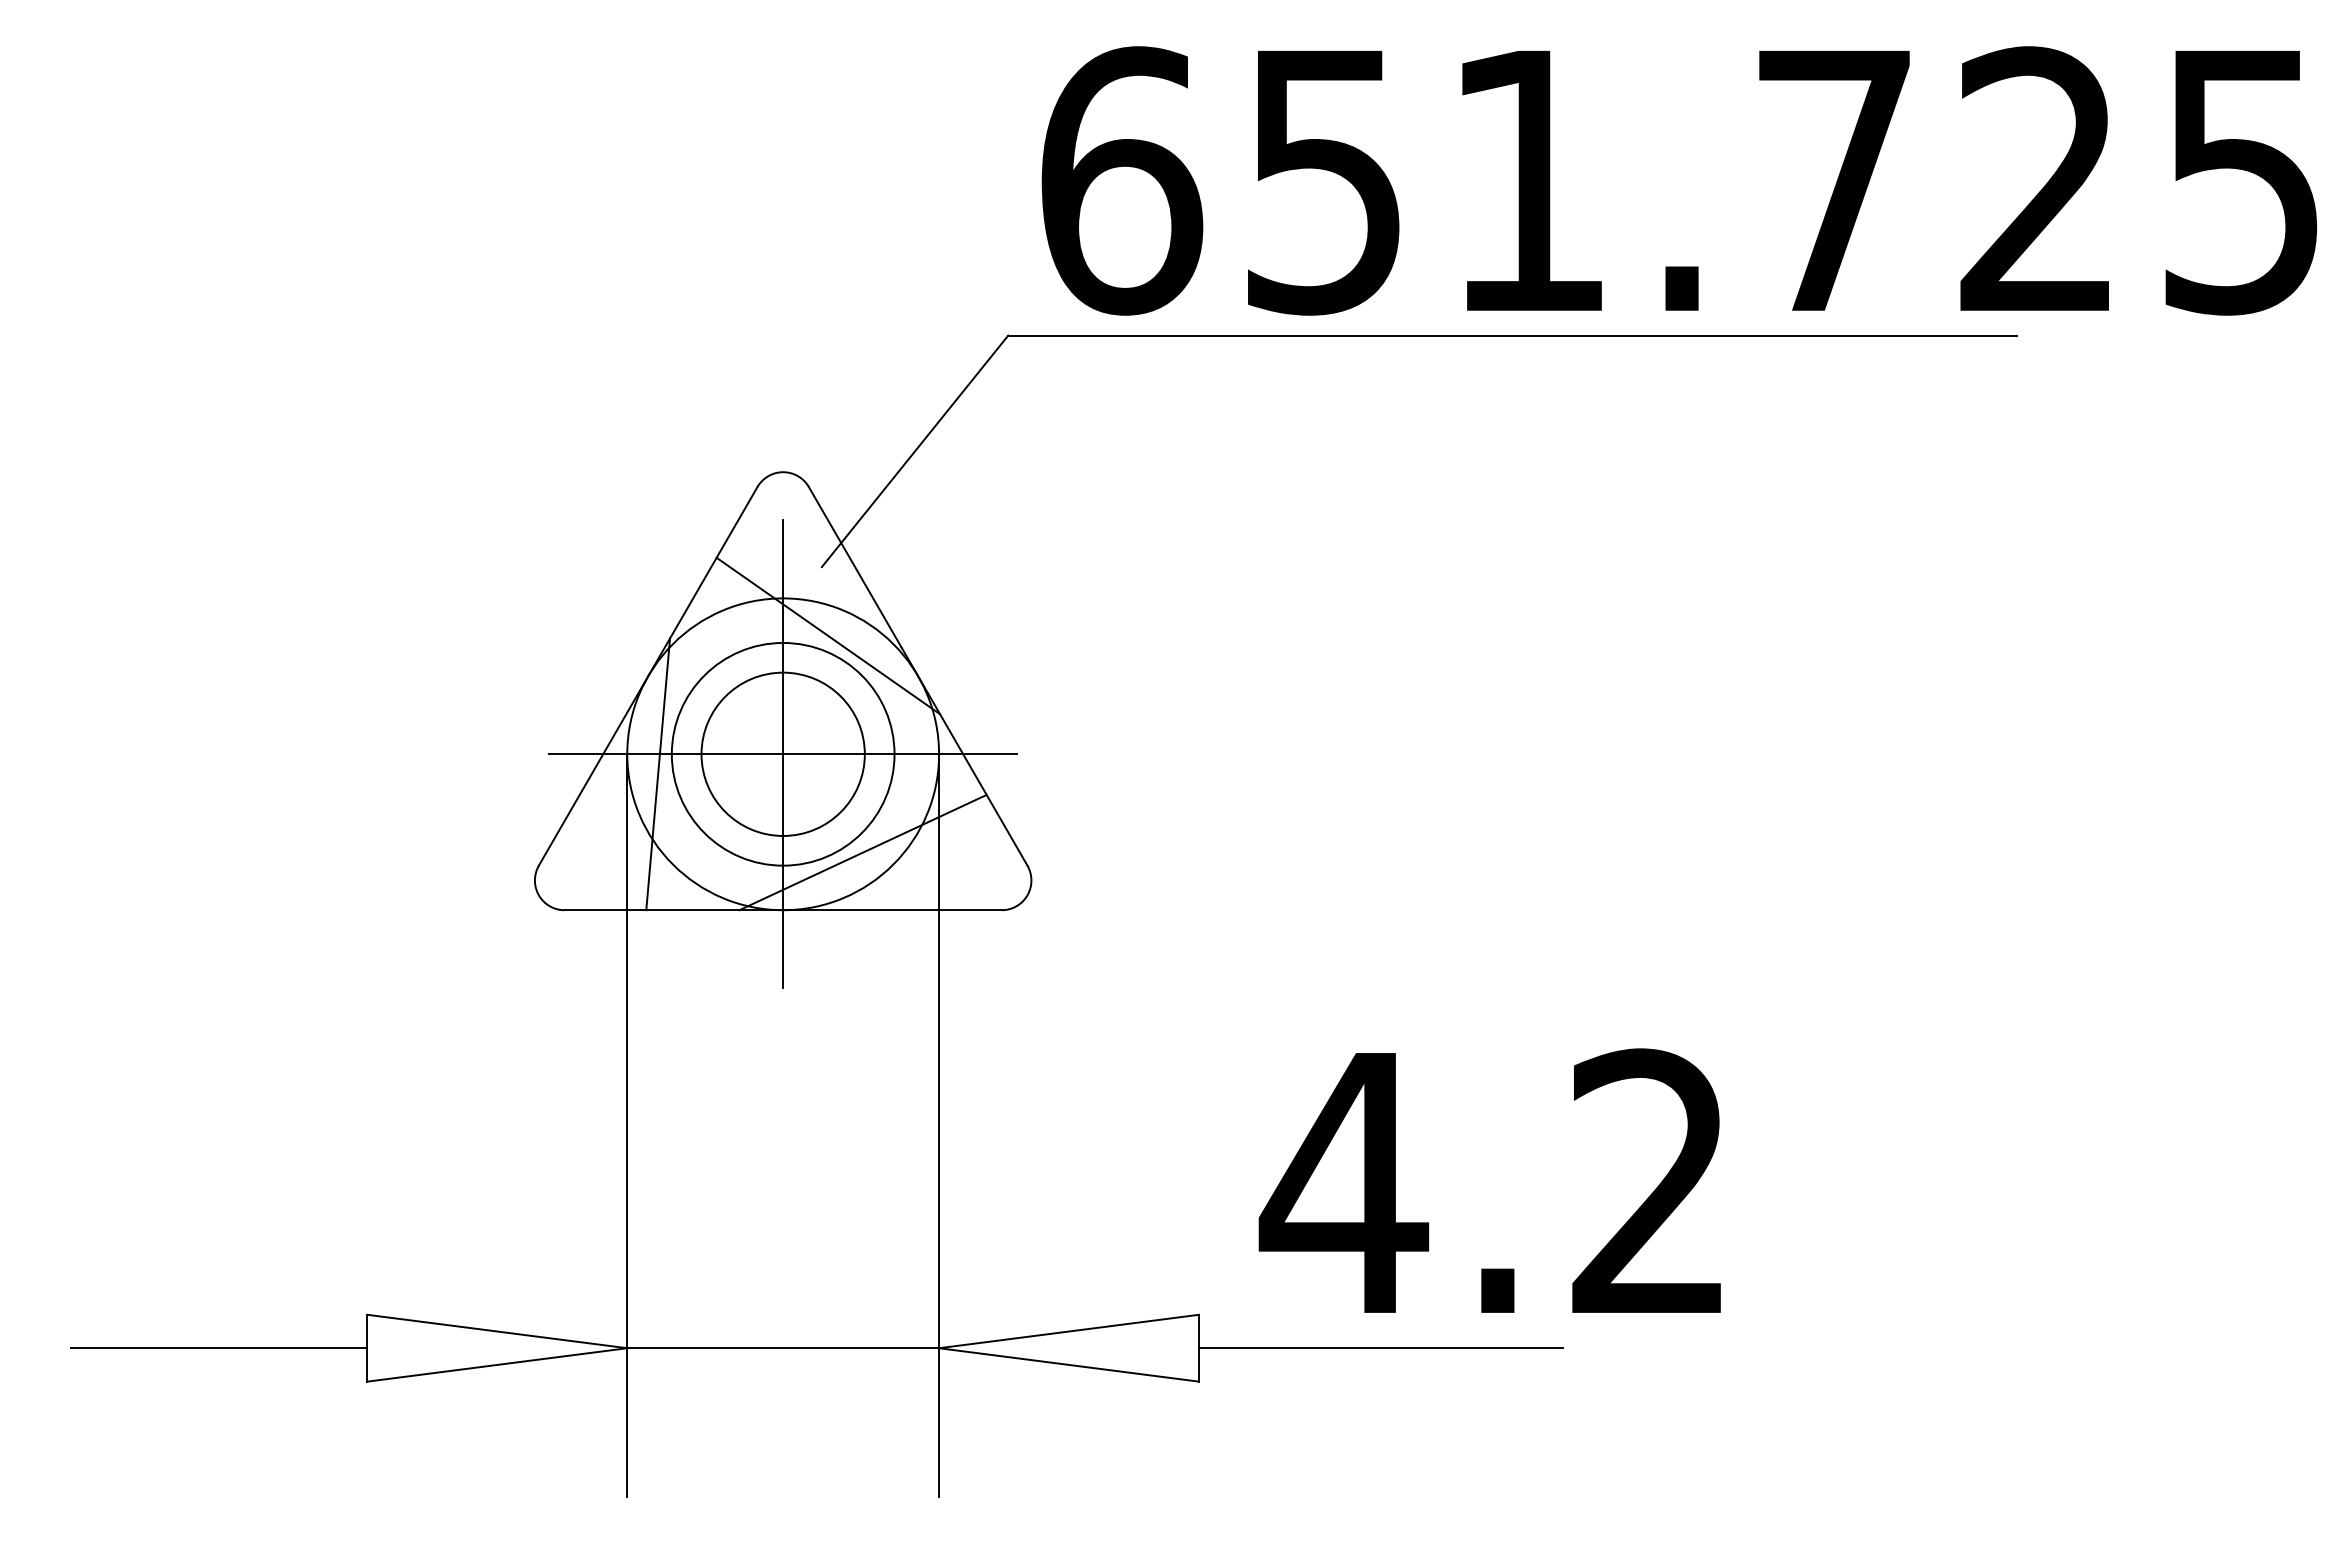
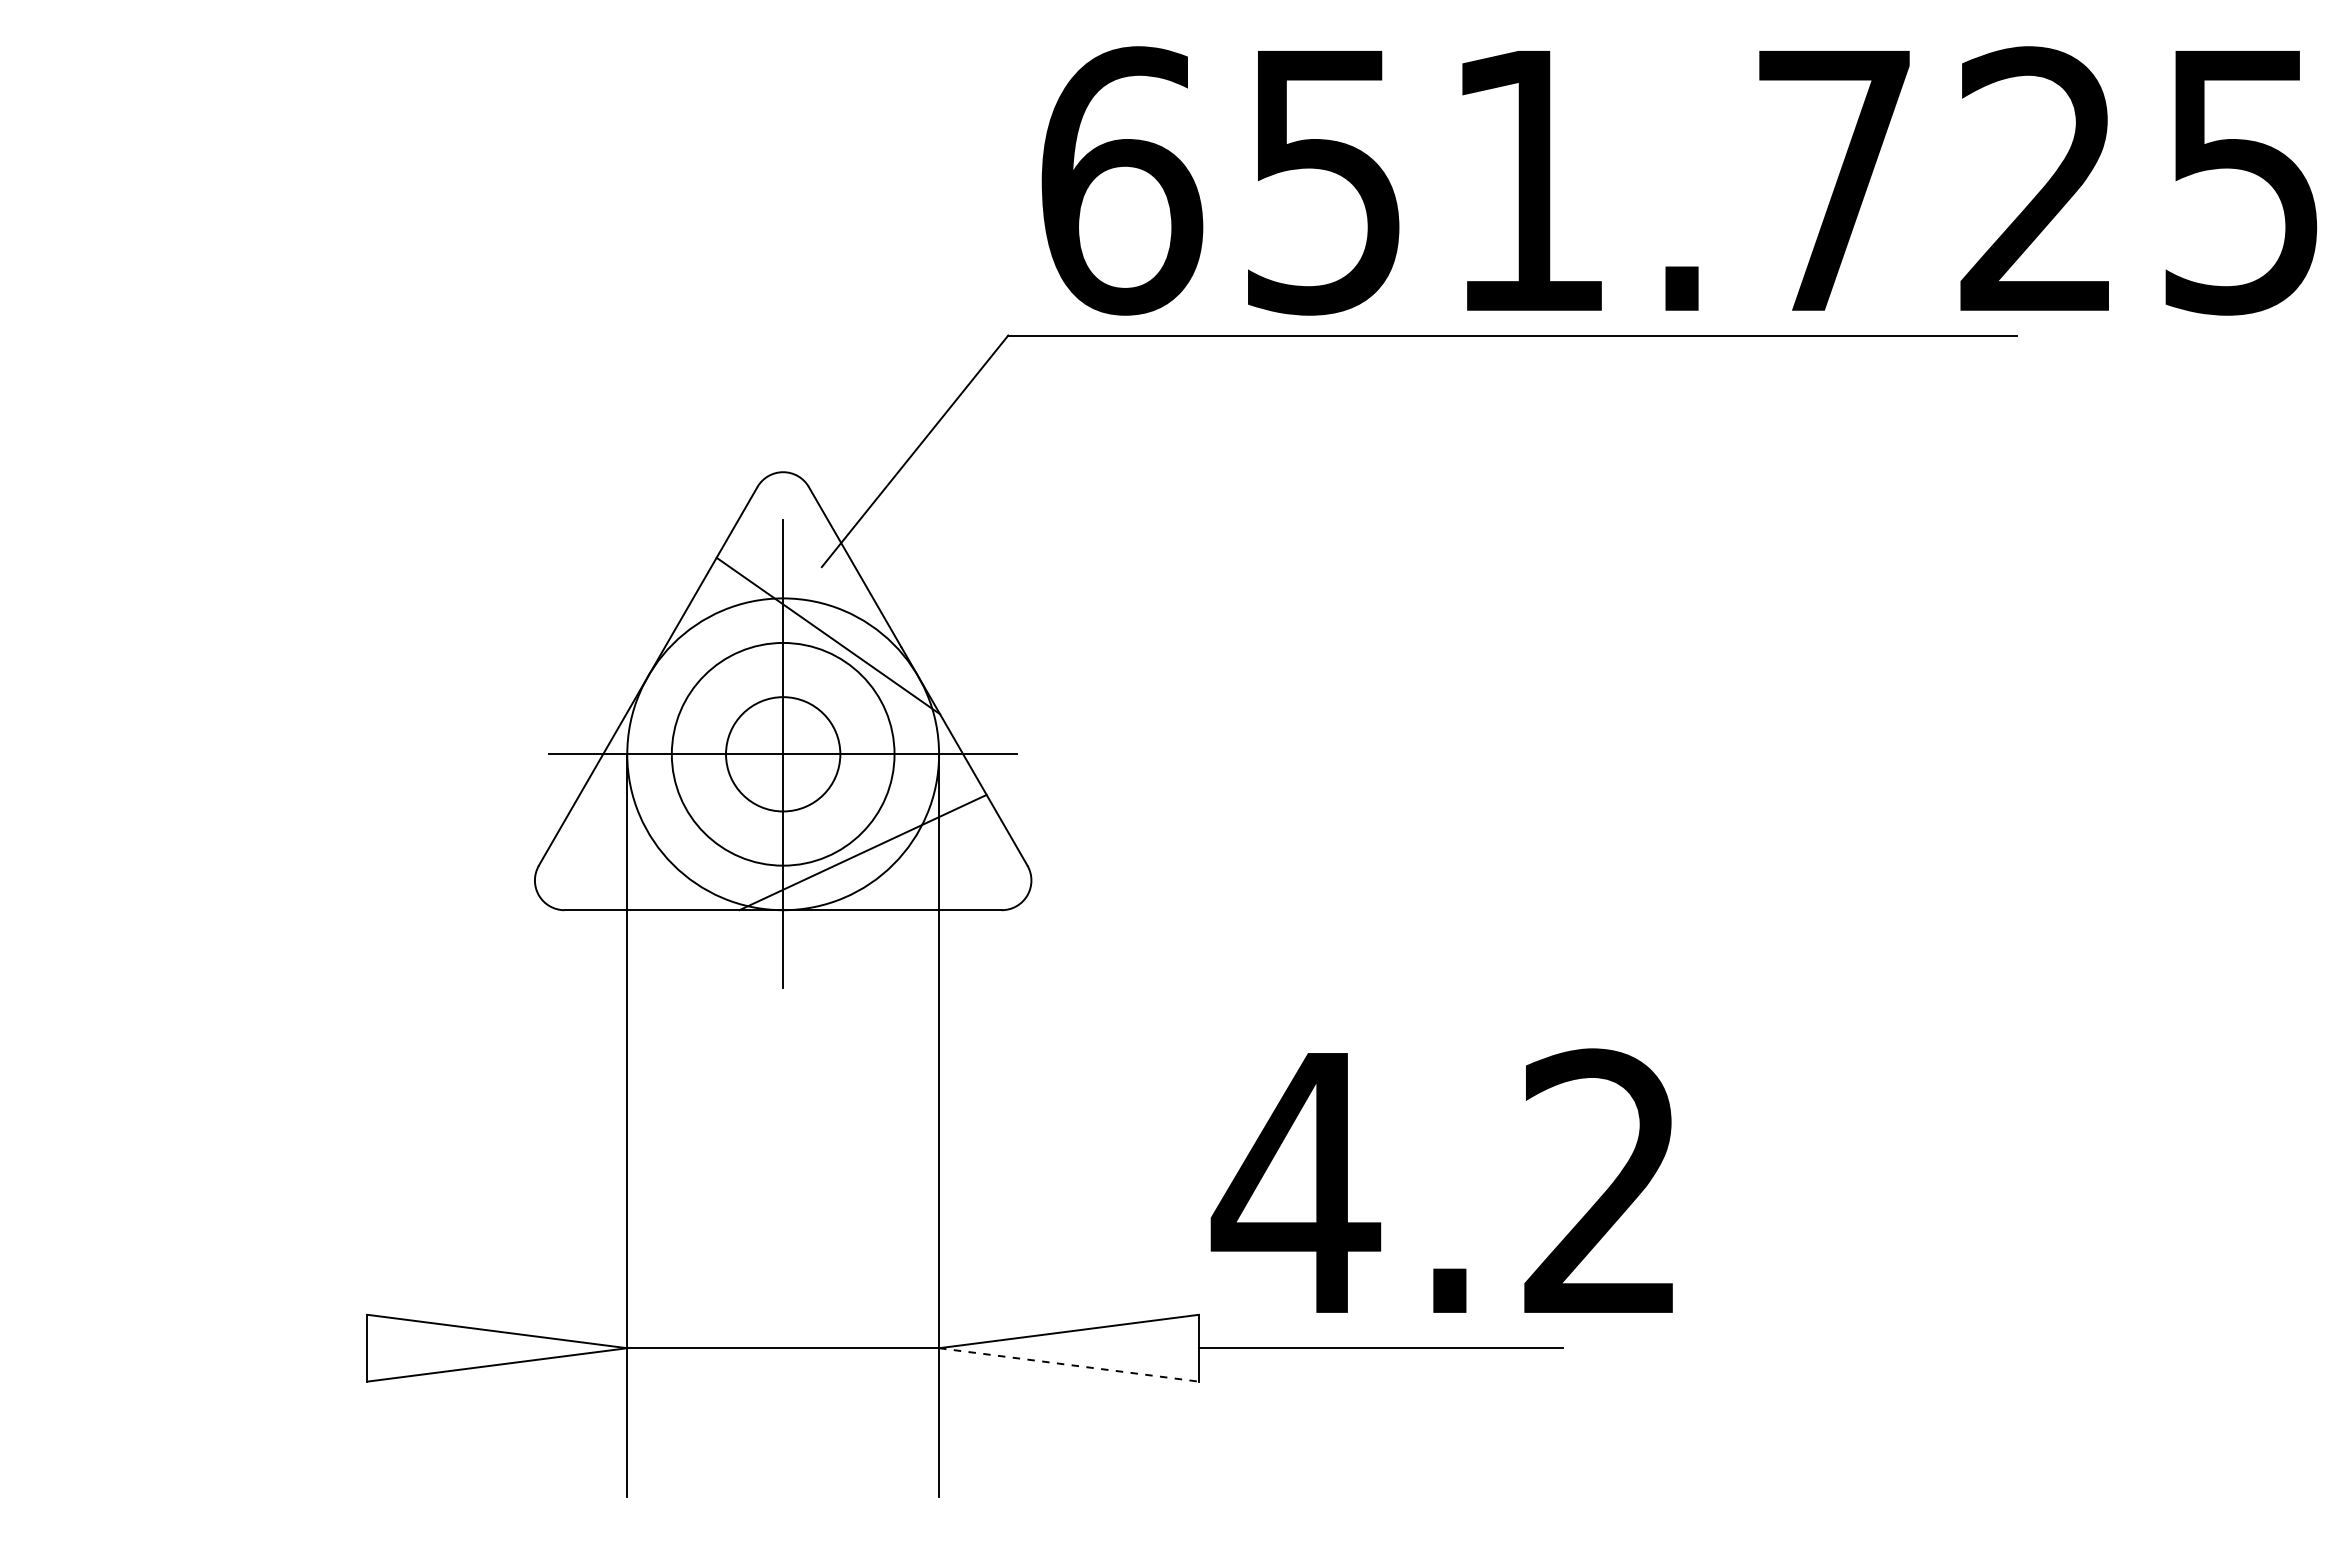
circle at (782, 753) diameter: 163 px -> 114 px
line at (658, 774): present -> none
text at (1489, 1180) position: (1489, 1180) -> (1441, 1180)
line at (218, 1348): present -> none
line at (1069, 1364): solid -> dashed
